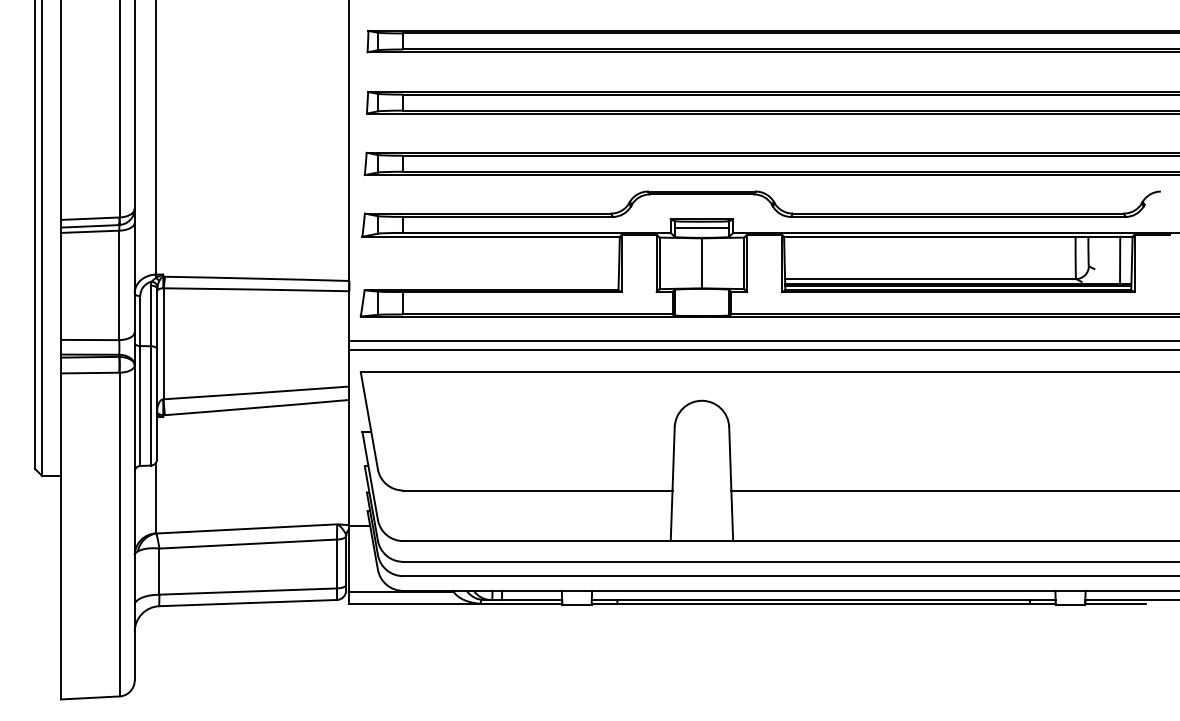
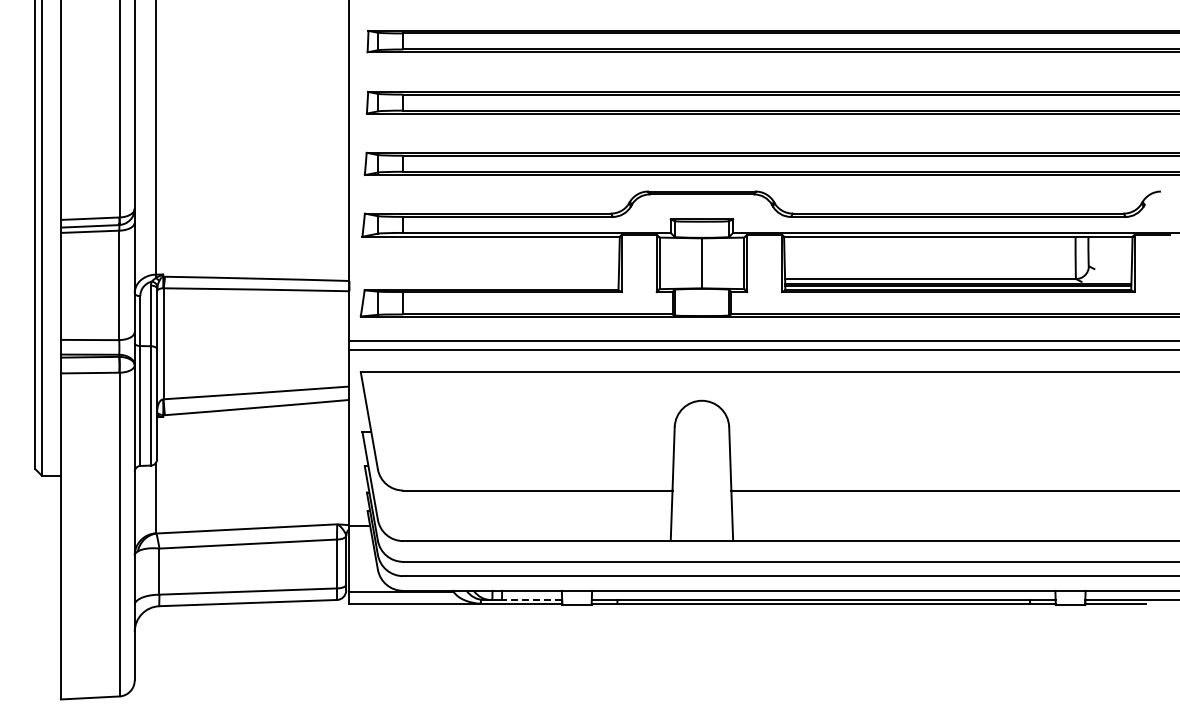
line at (701, 227): present -> none
line at (1120, 260): present -> none
line at (531, 599): solid -> dashed
